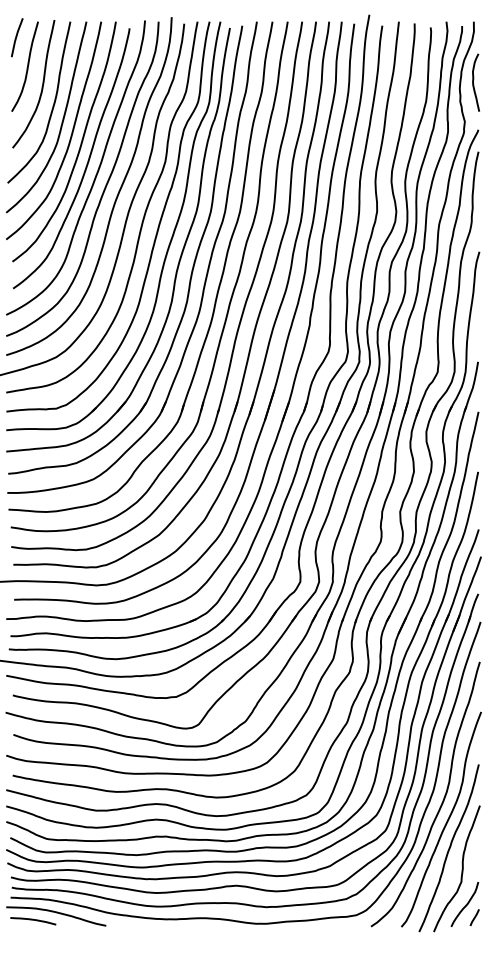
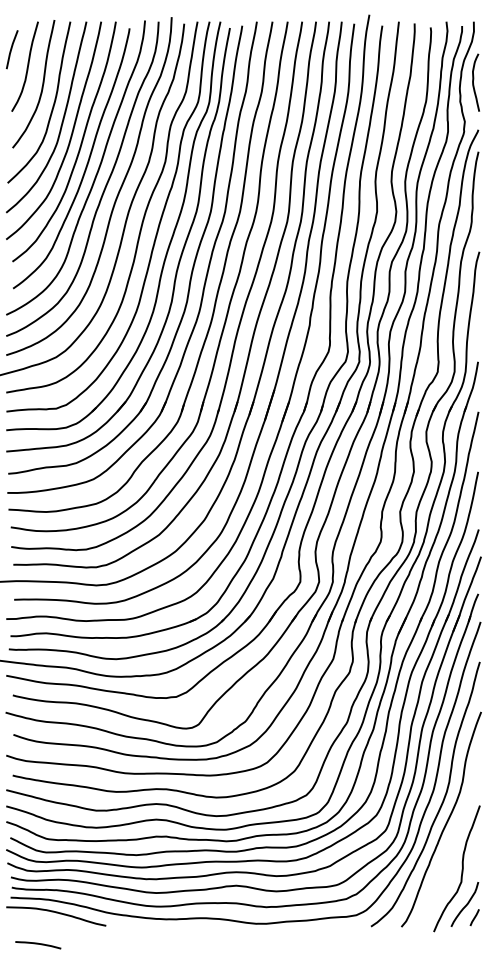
line at (17, 37) position: (17, 37) -> (12, 49)
curve at (448, 848): present -> none
curve at (33, 920) position: (33, 920) -> (38, 944)
